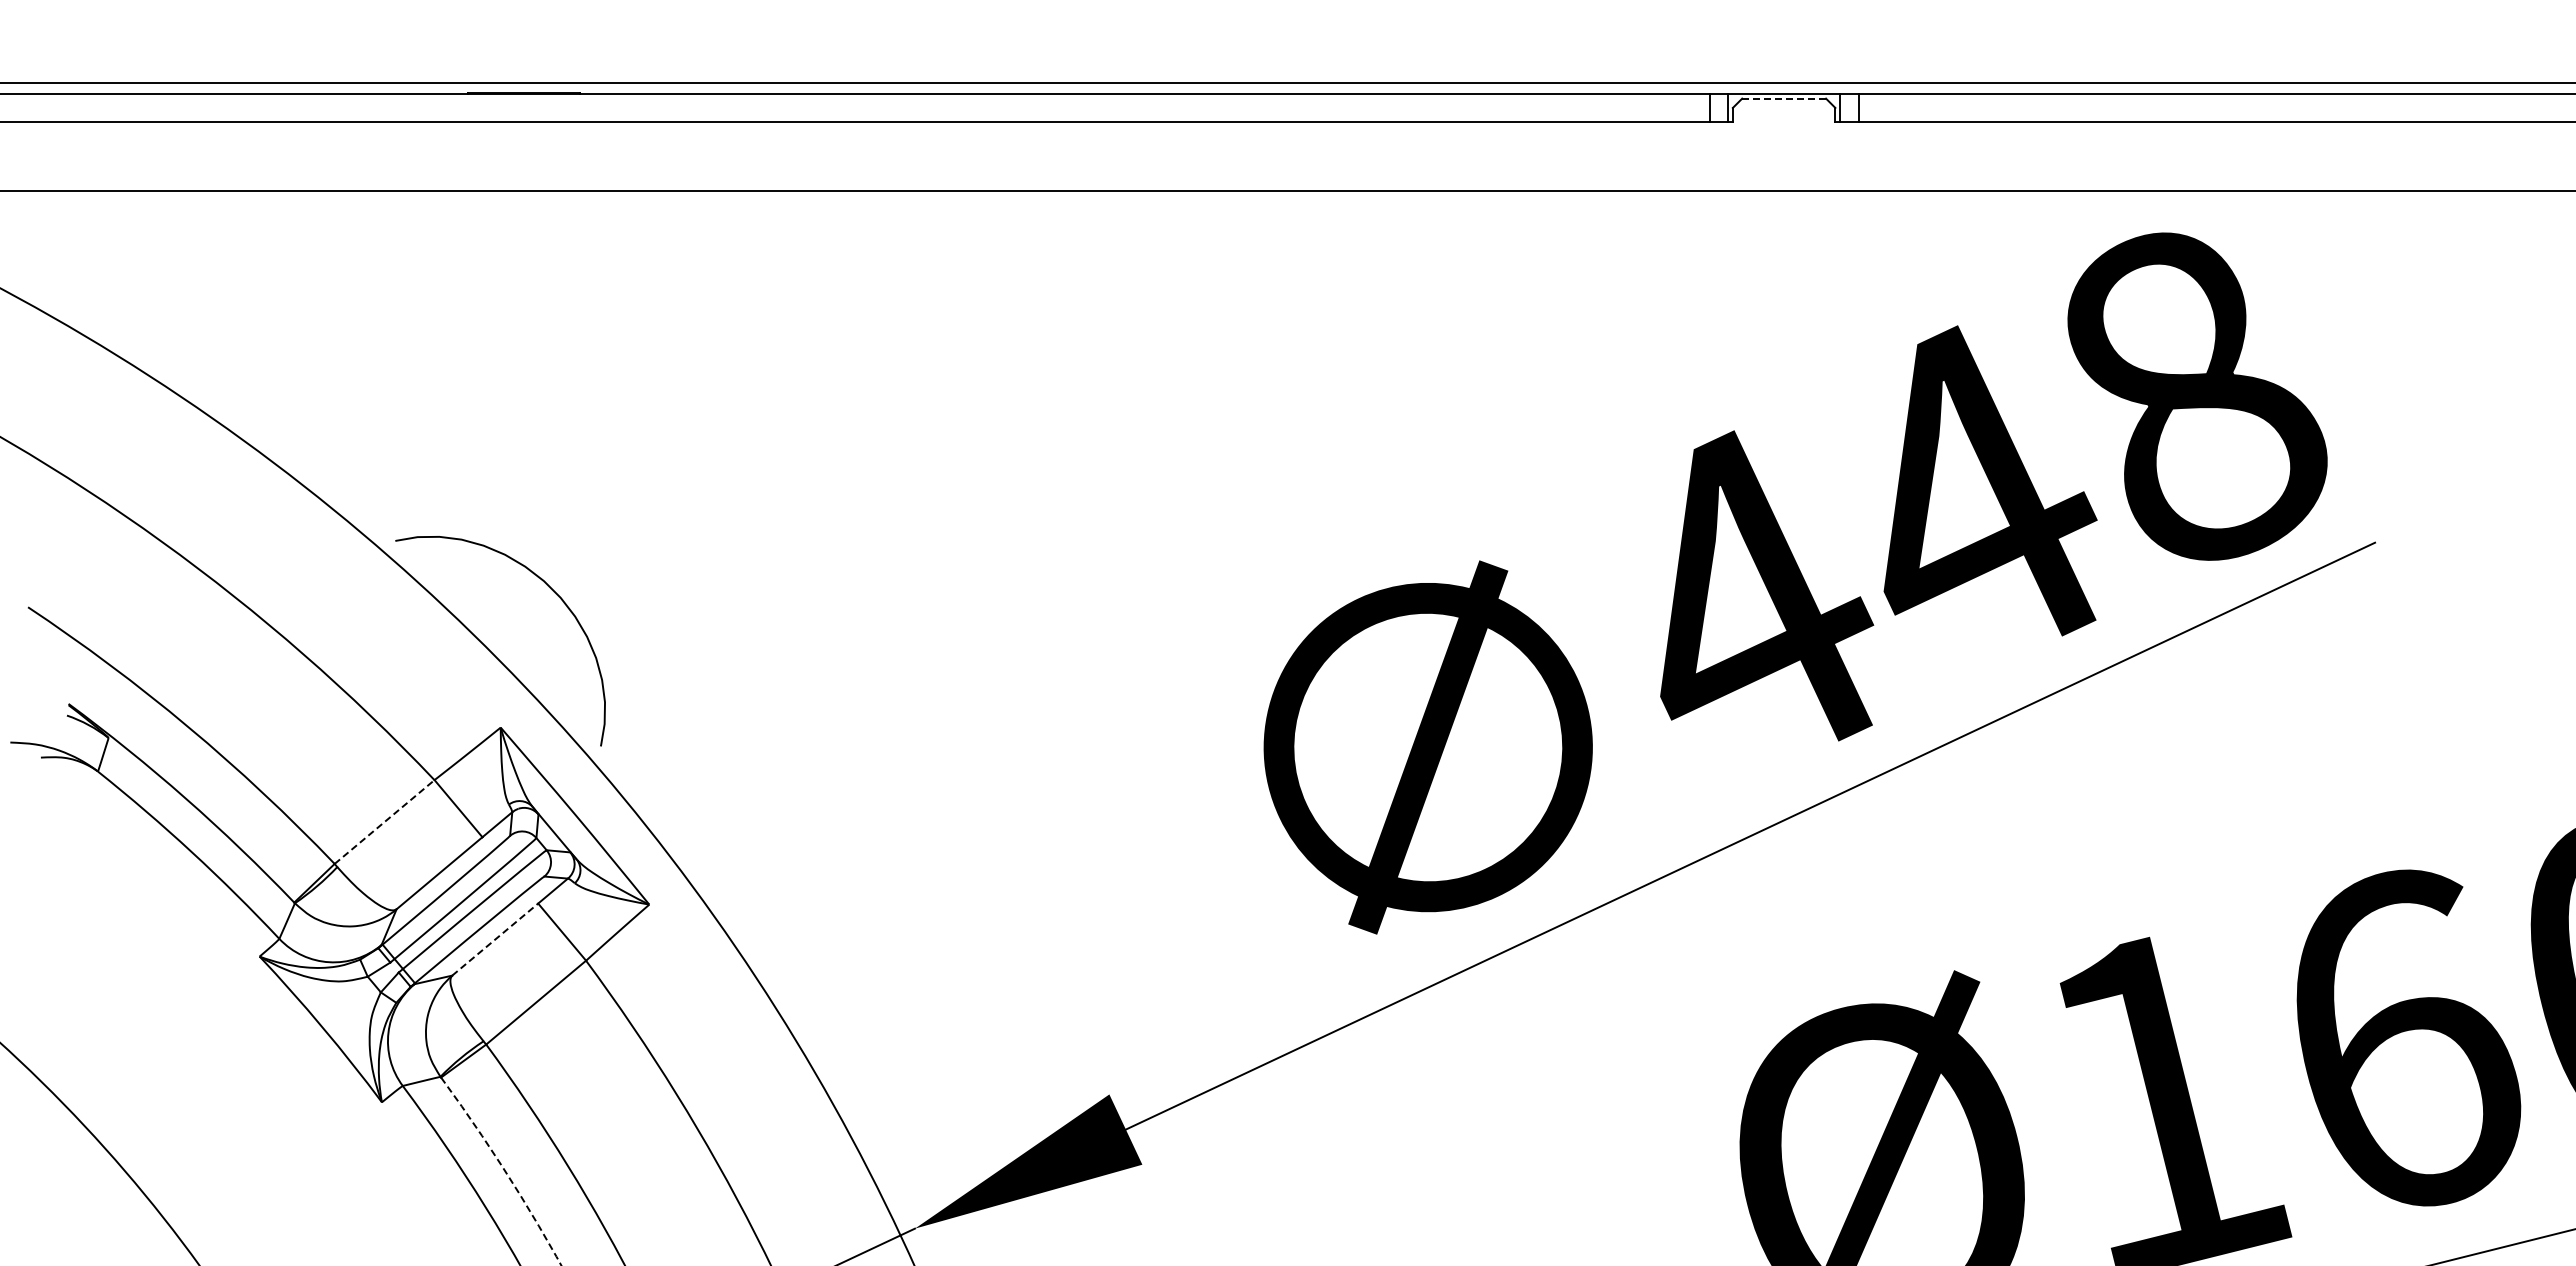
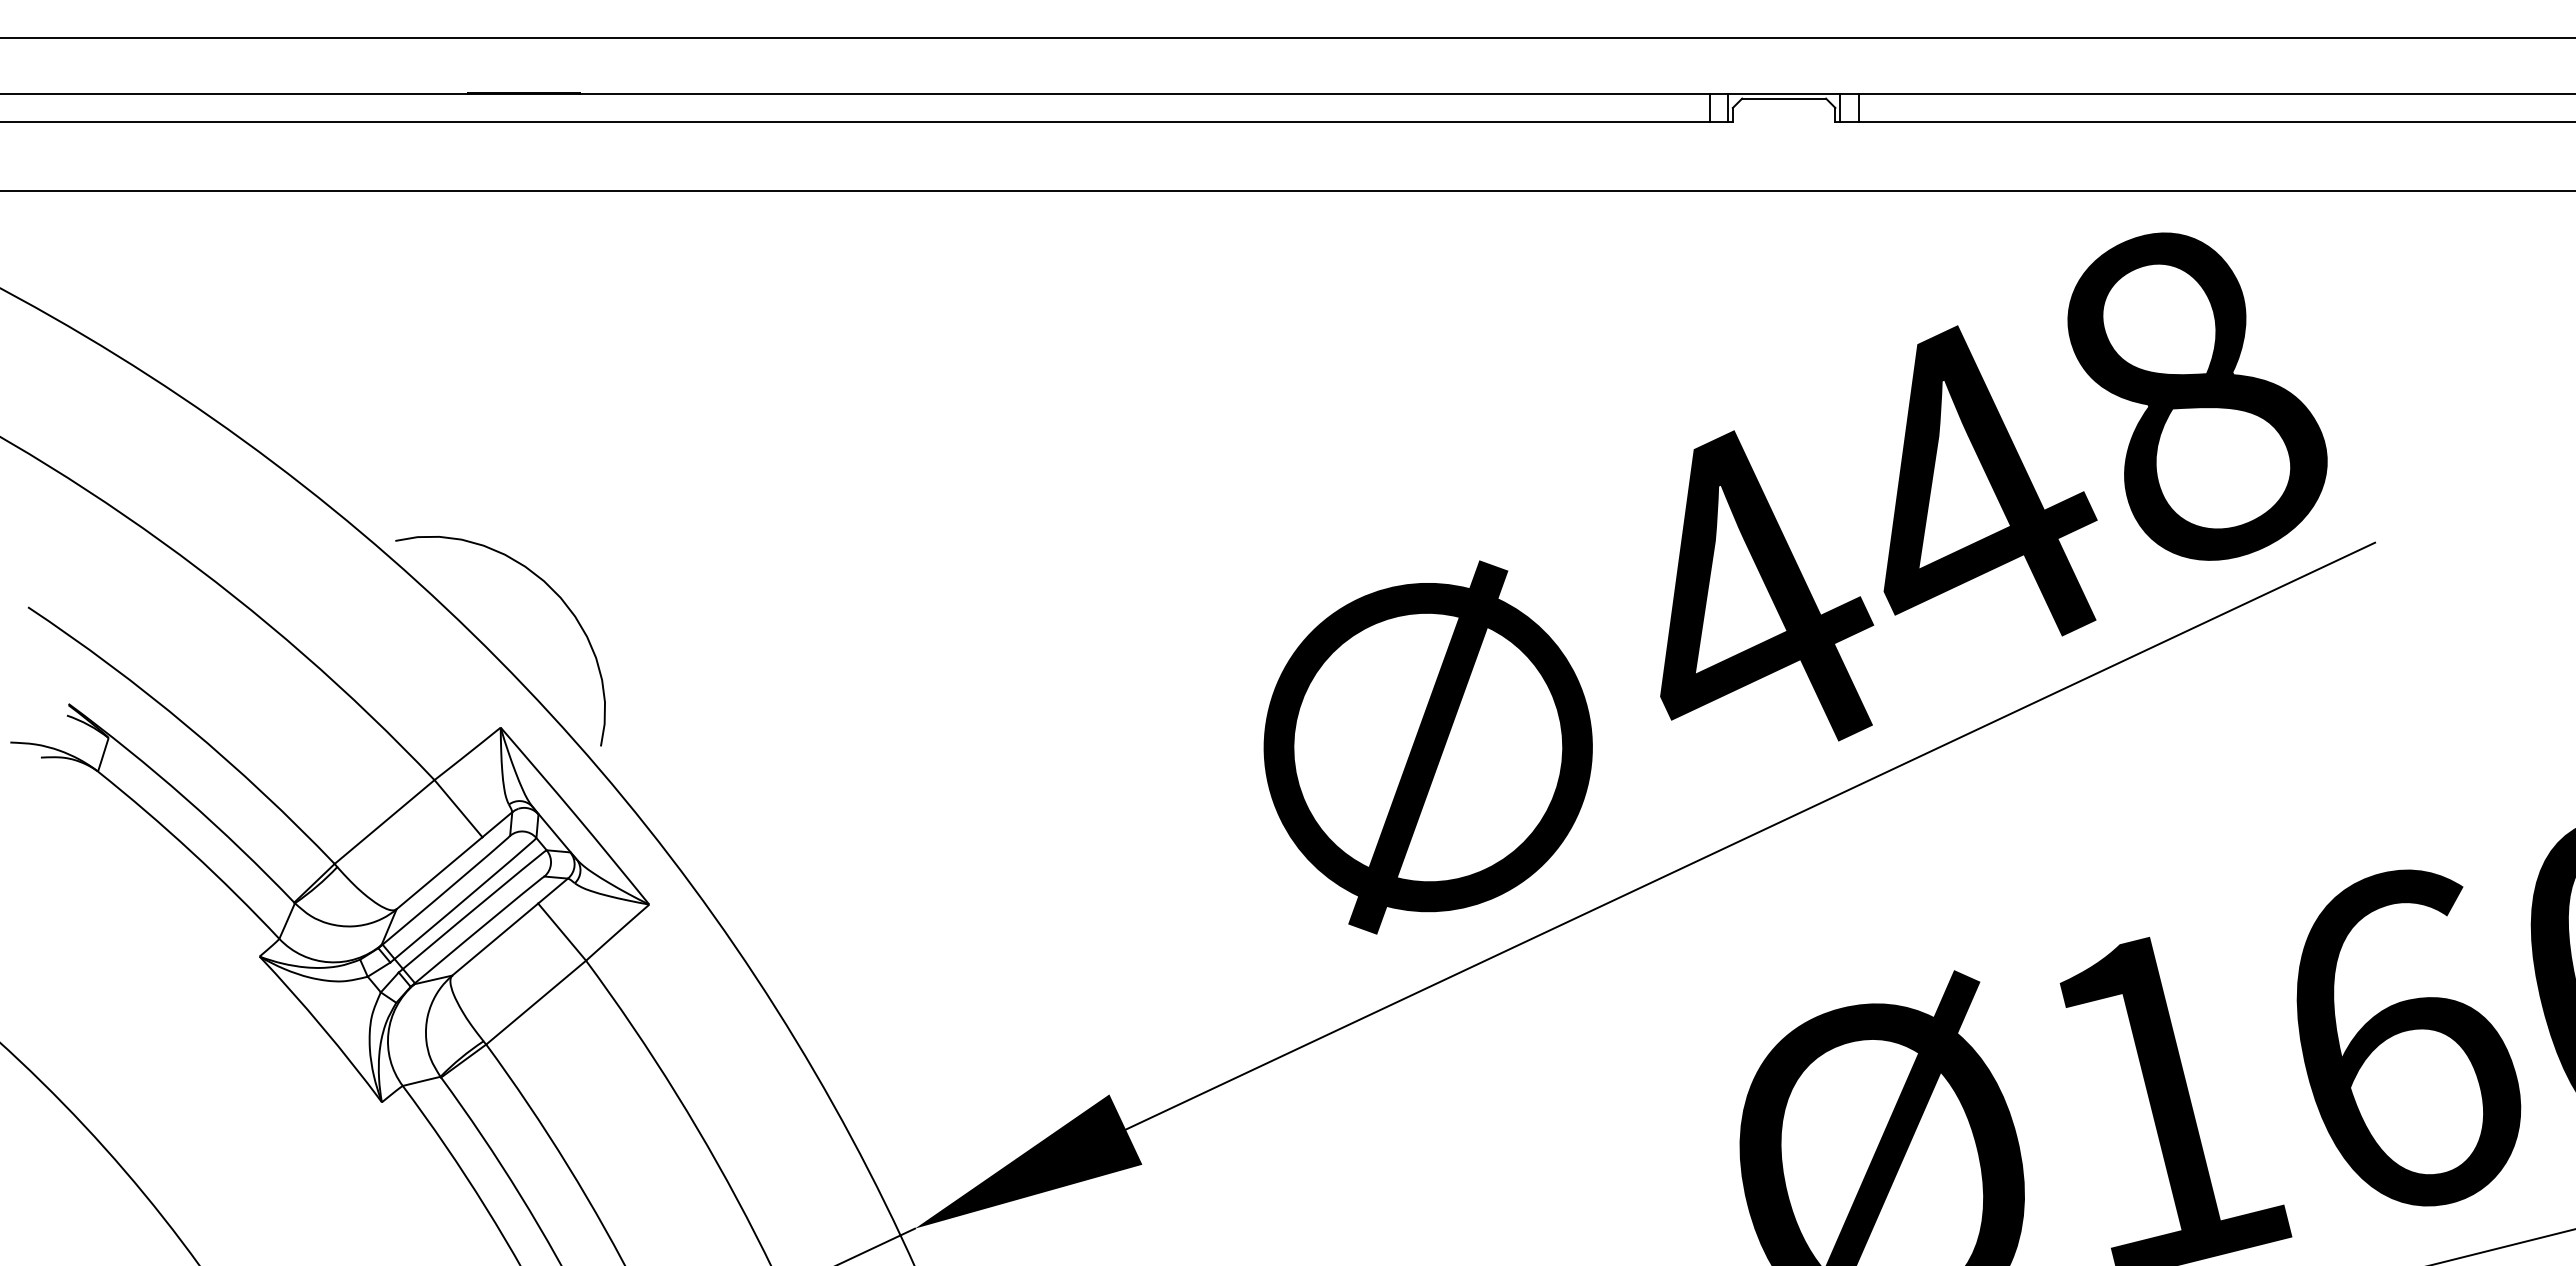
line at (1287, 83) position: (1287, 83) -> (1287, 38)
line at (1784, 98): dashed -> solid
line at (384, 821): dashed -> solid
line at (495, 939): dashed -> solid
arc at (503, 1169): dashed -> solid
